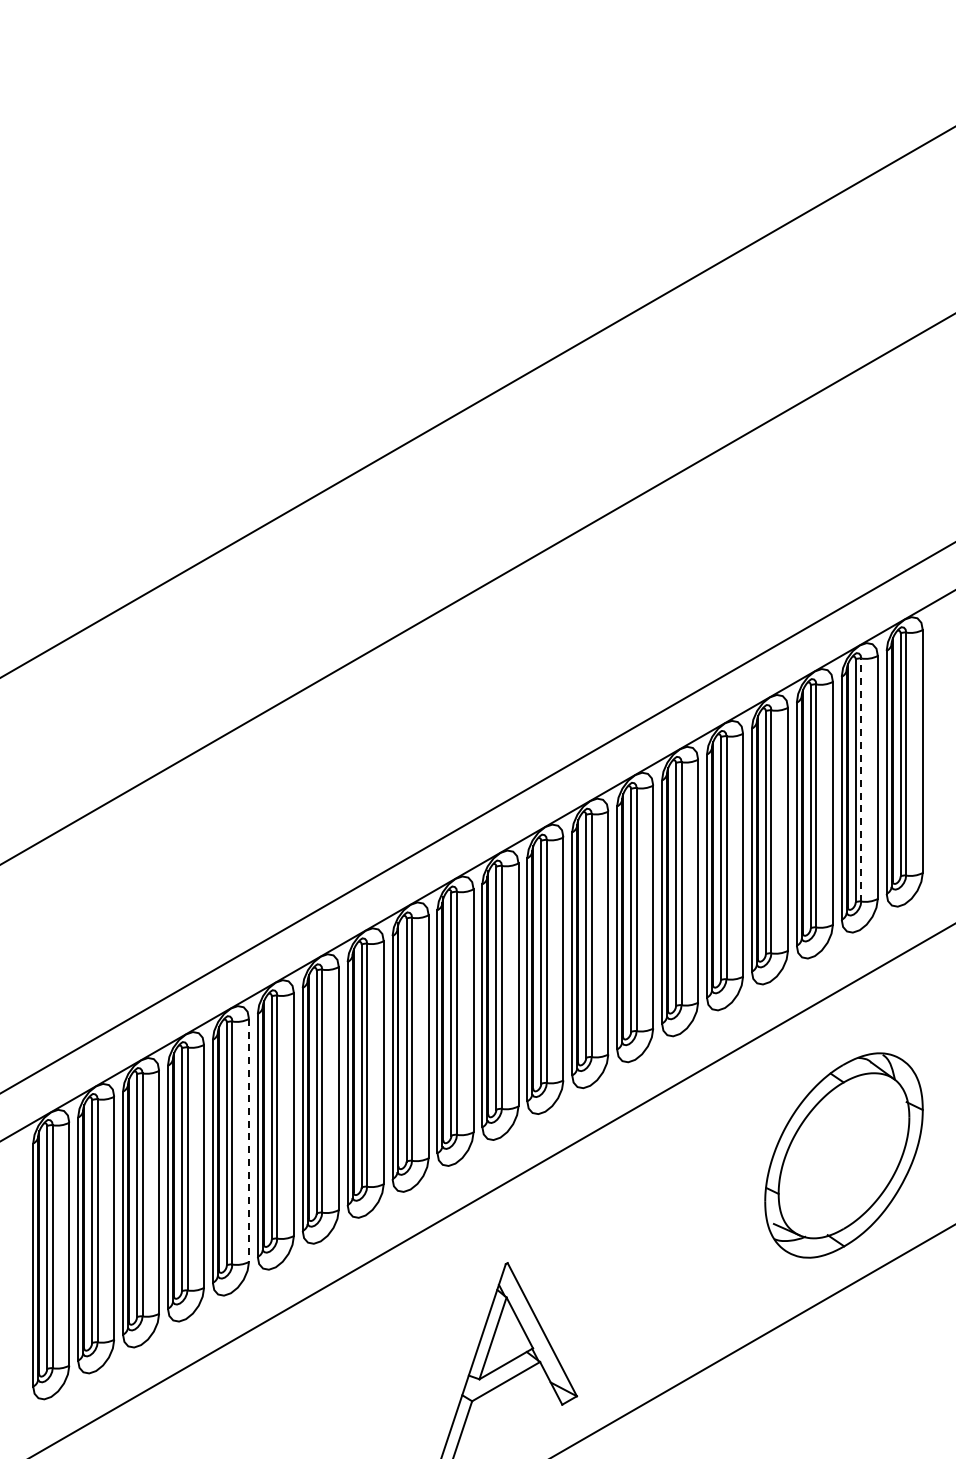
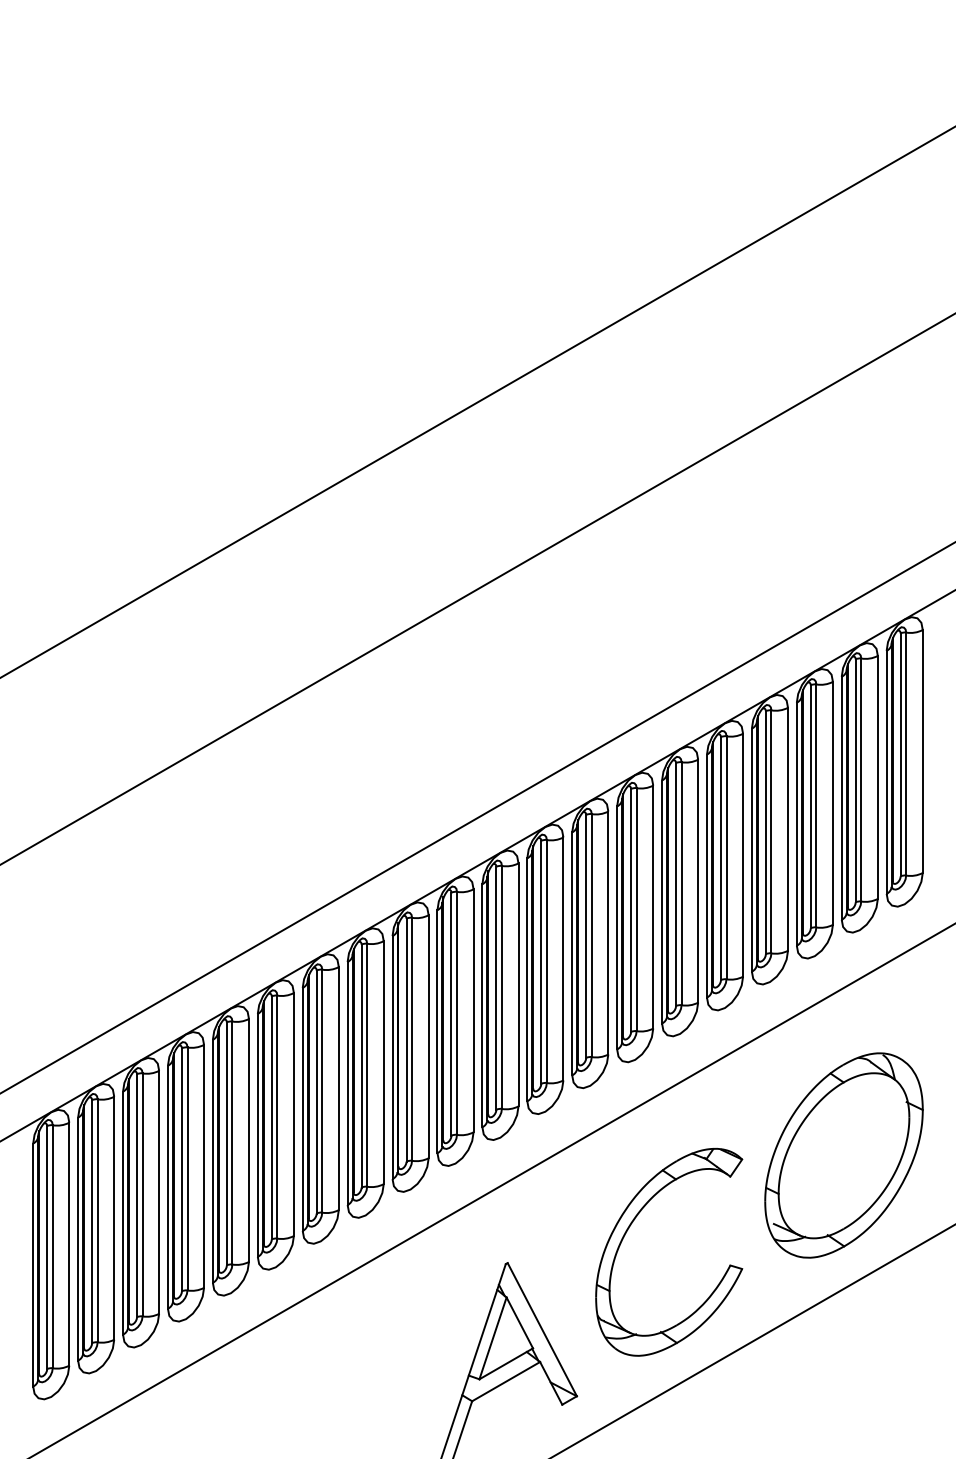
line at (861, 779): dashed -> solid
line at (249, 1140): dashed -> solid
part at (628, 1230): none -> present
